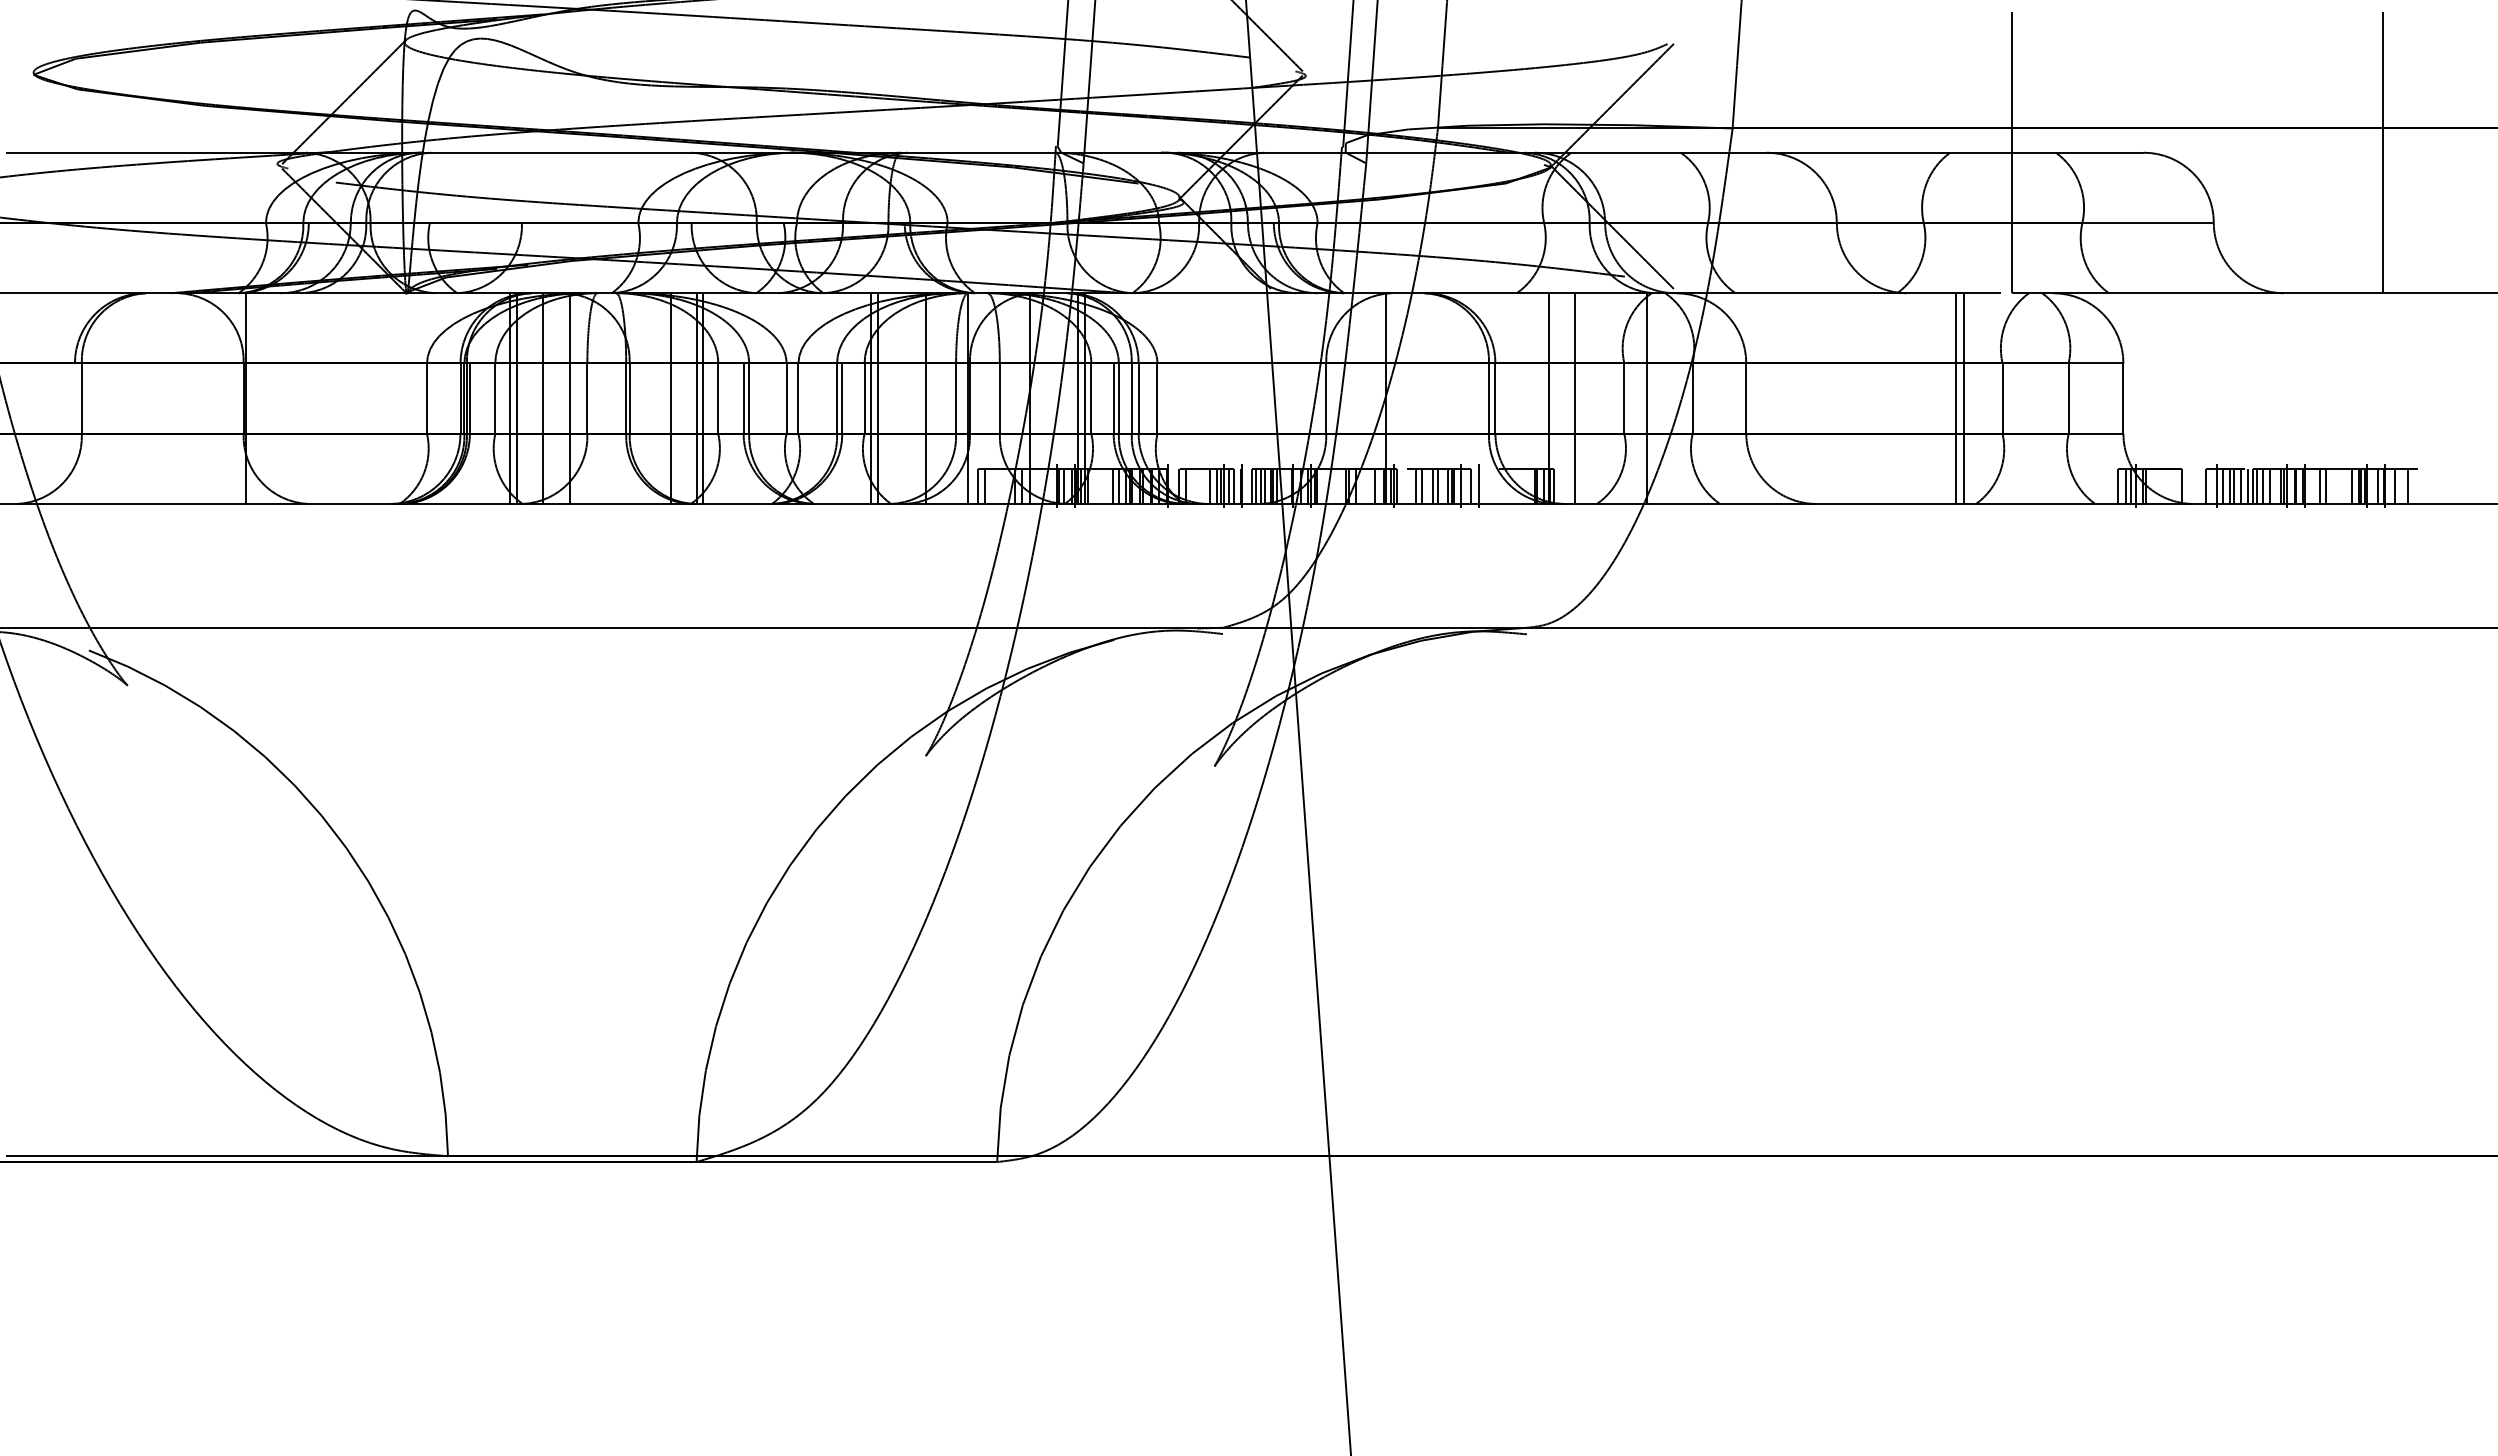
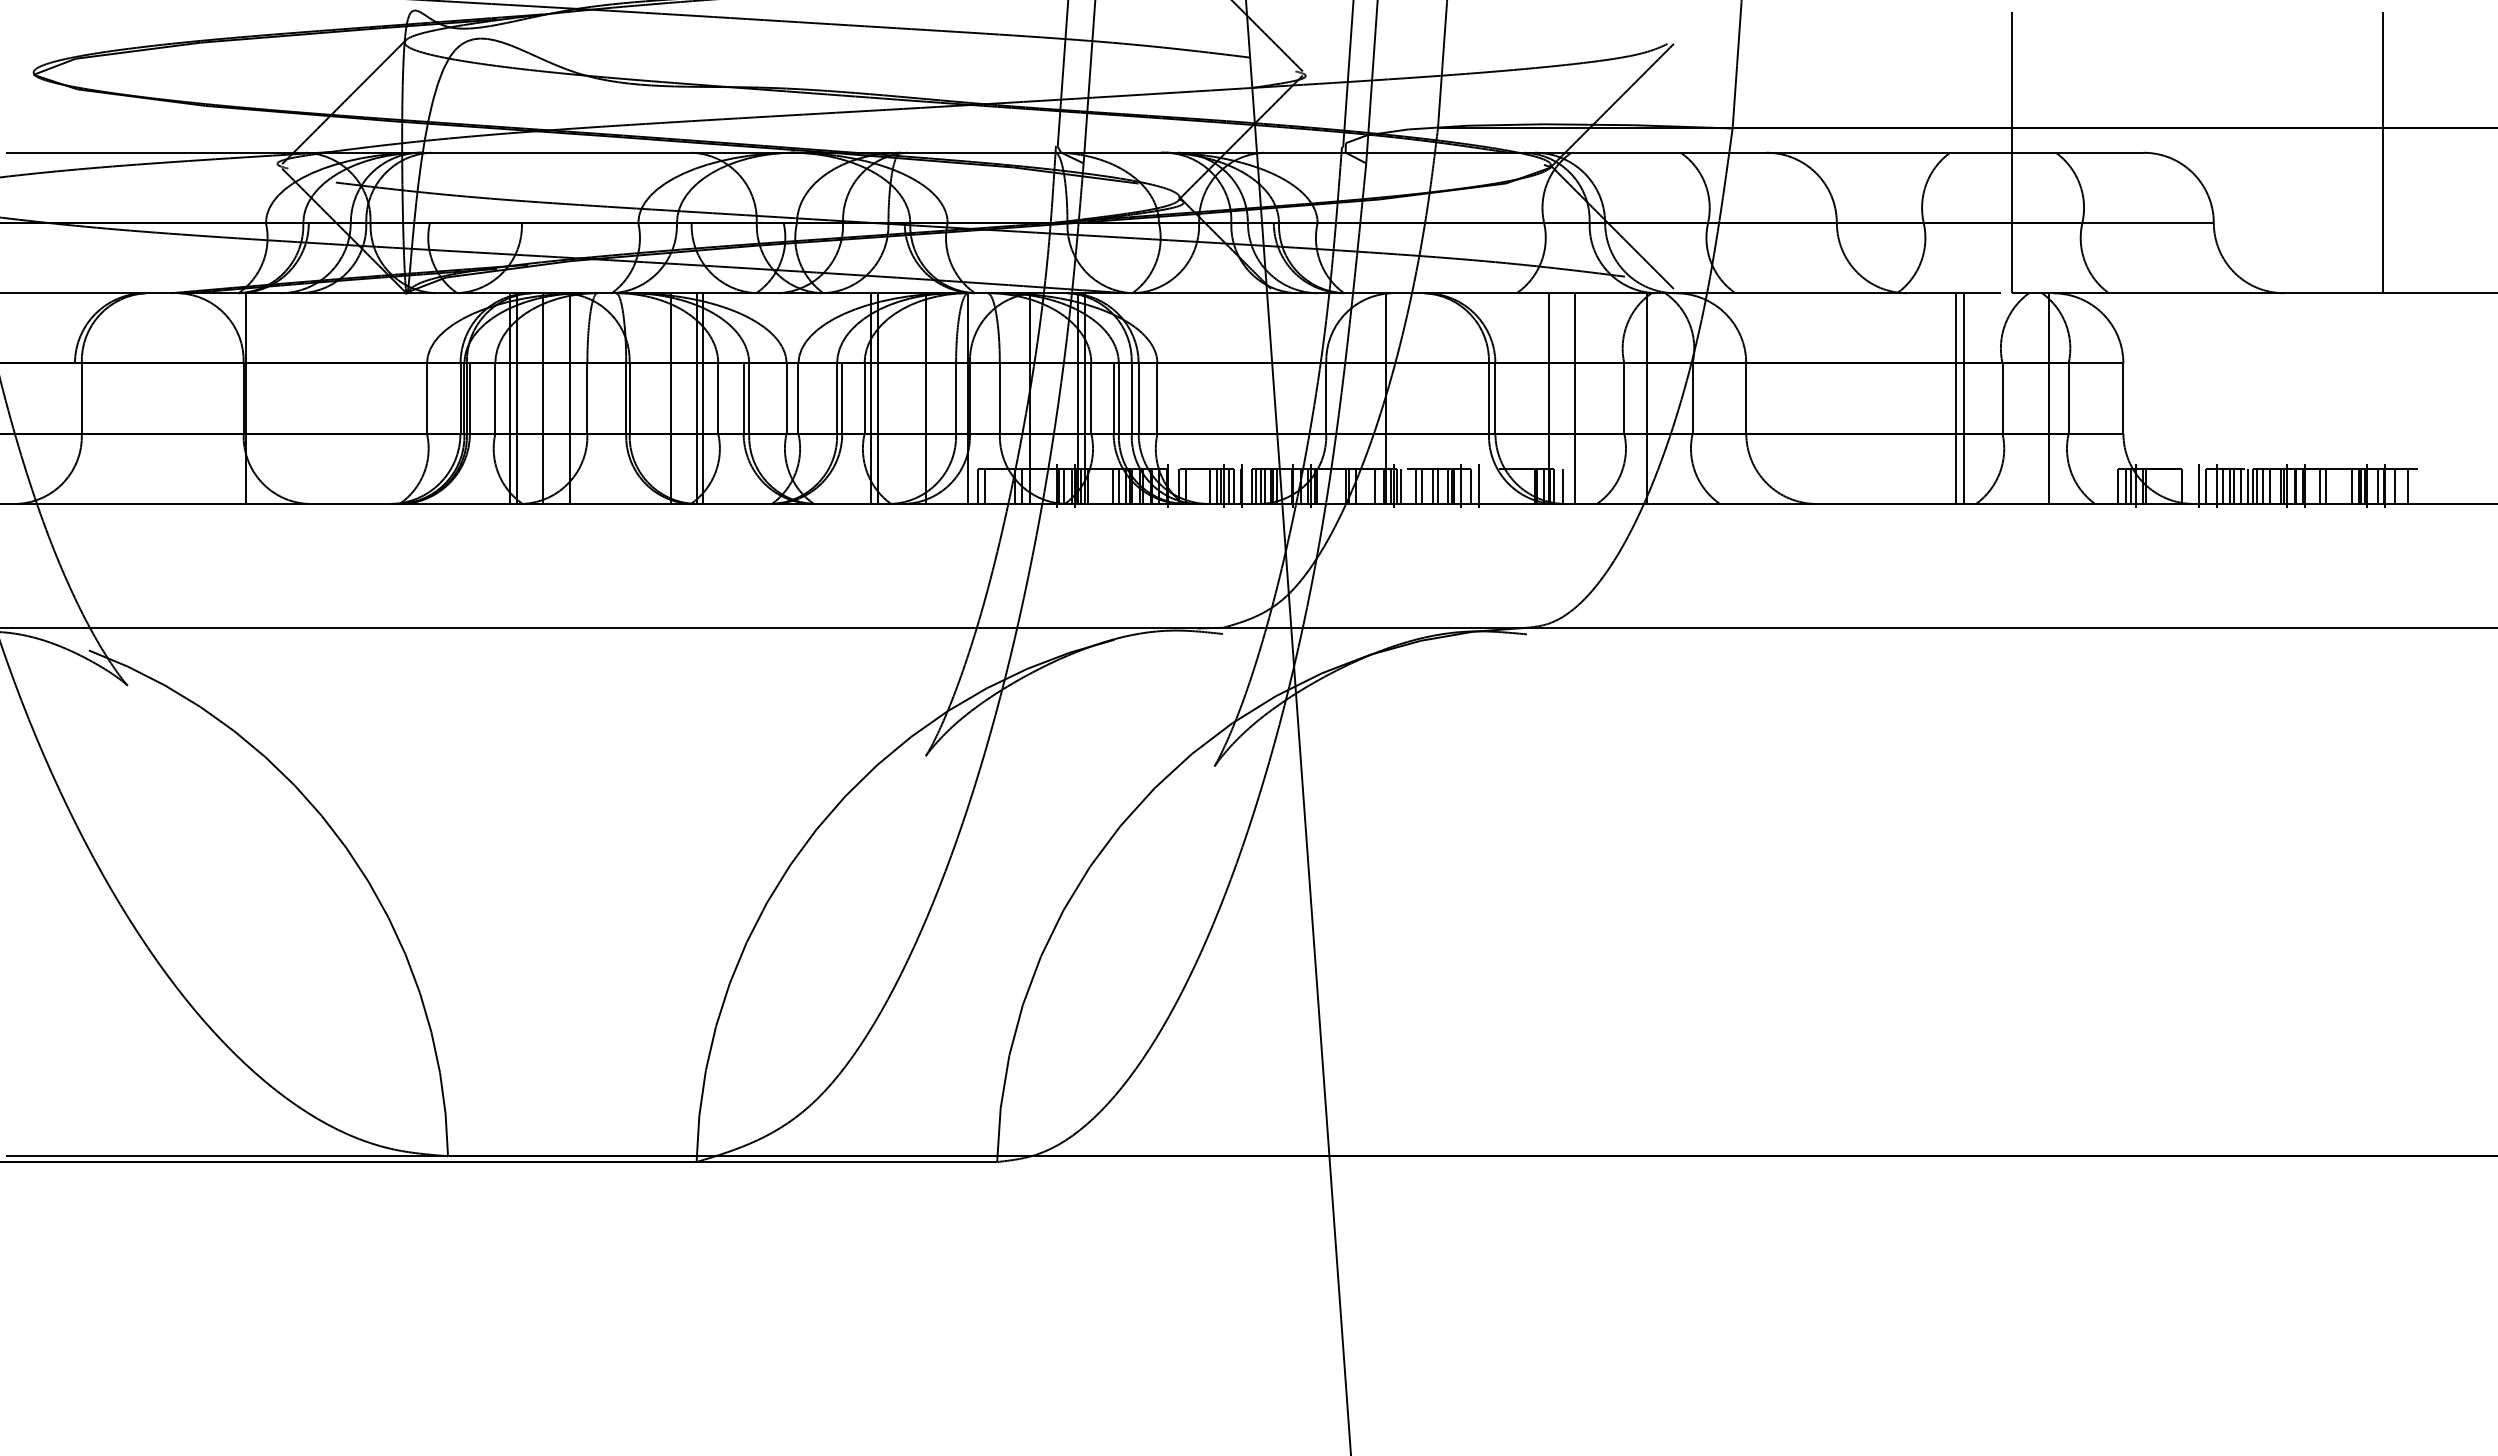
line at (2049, 398): none -> present
line at (1400, 485): none -> present
line at (1562, 485): none -> present
line at (2199, 486): none -> present
